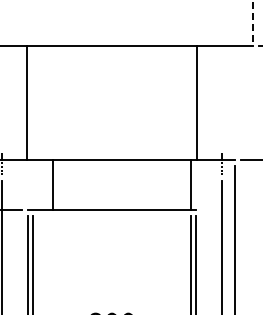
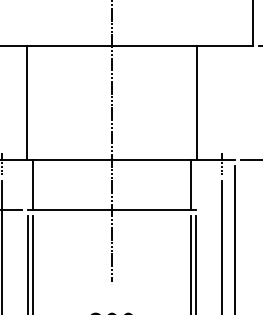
line at (252, 23): dashed -> solid
line at (112, 141): none -> present
line at (52, 185) position: (52, 185) -> (32, 185)
